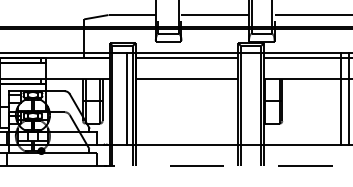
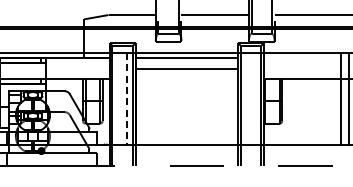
line at (306, 57): present -> none
line at (186, 79) position: (186, 79) -> (186, 69)
line at (127, 98): solid -> dashed
